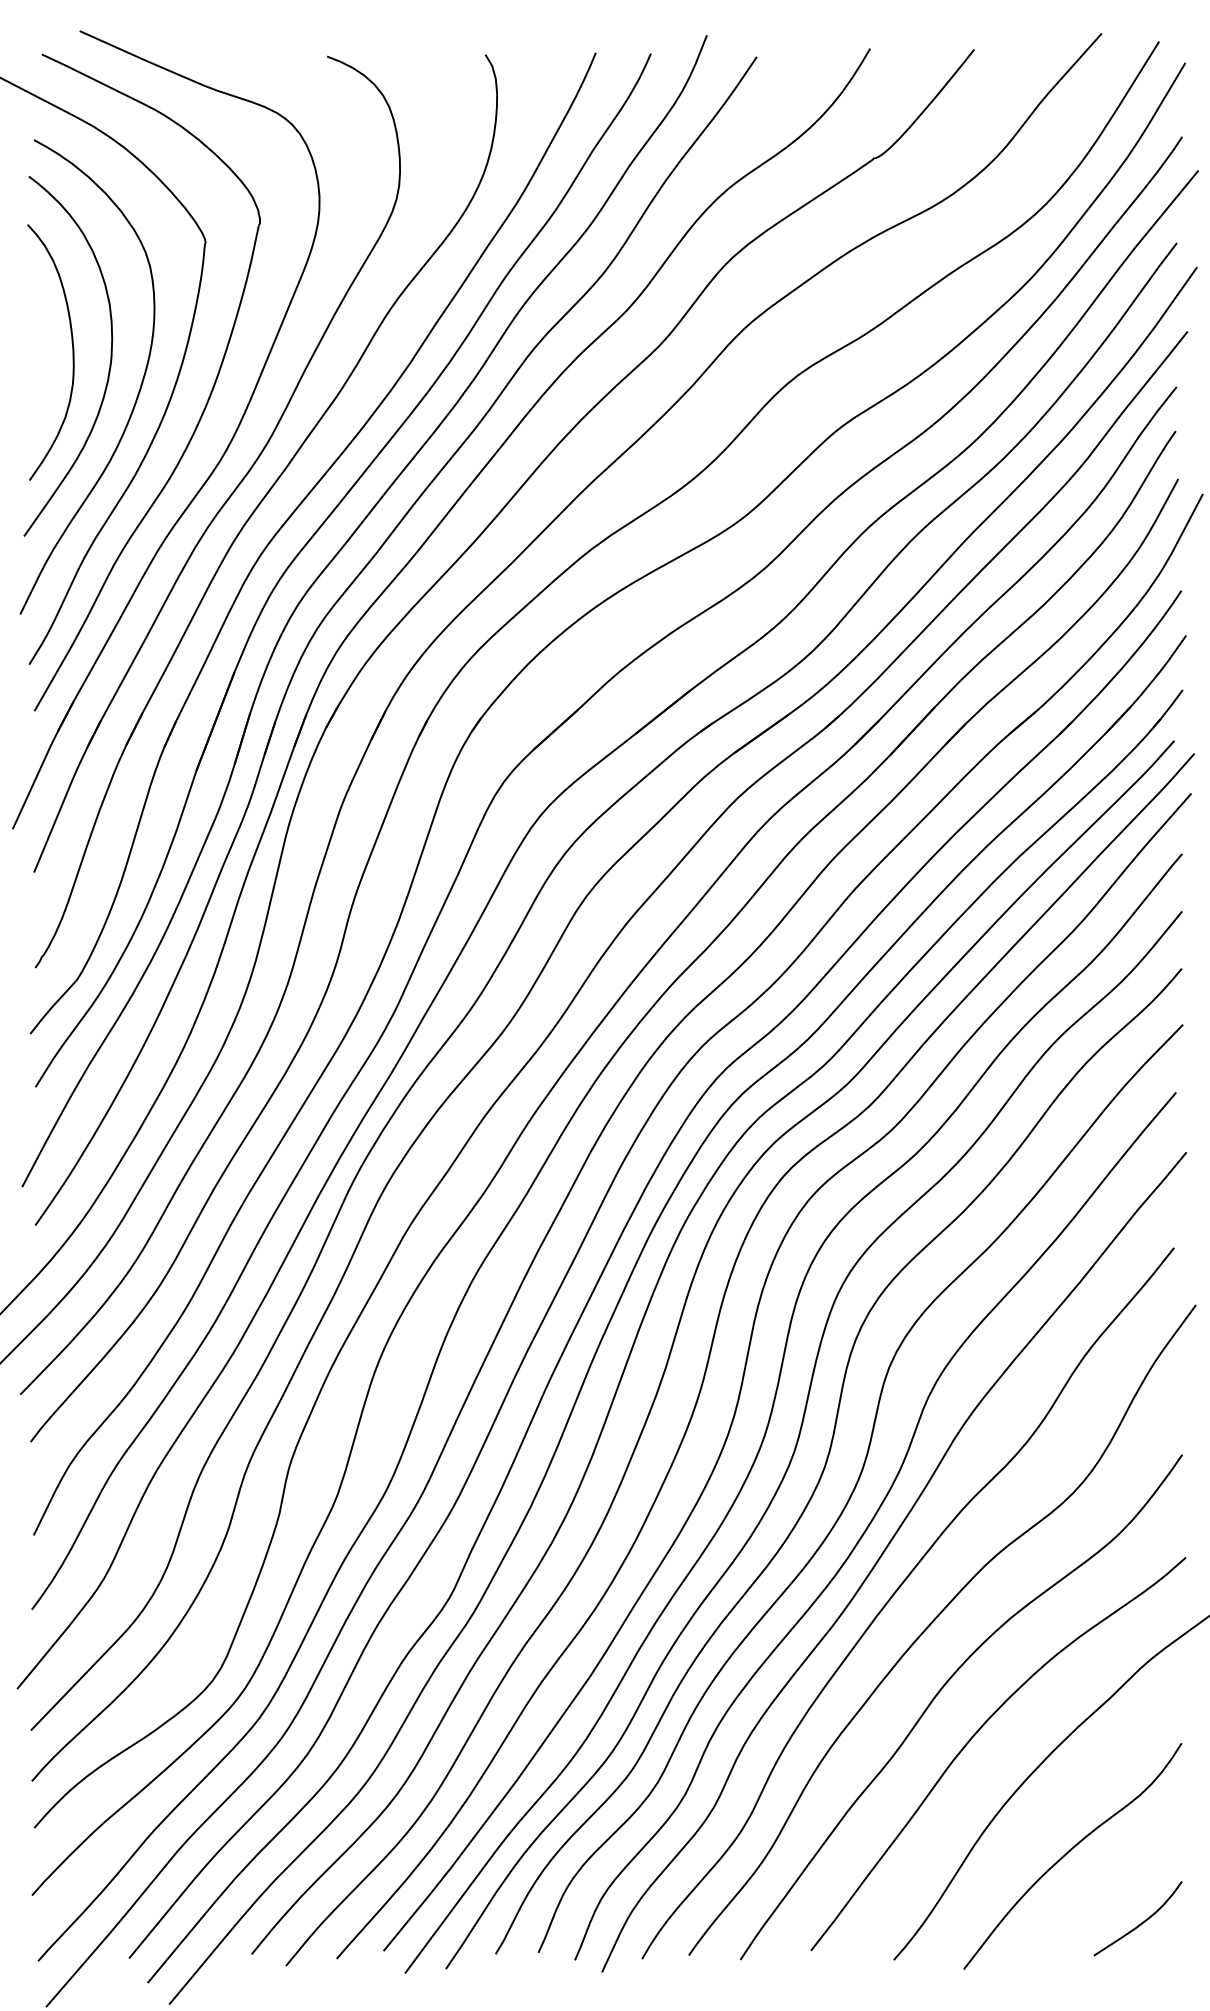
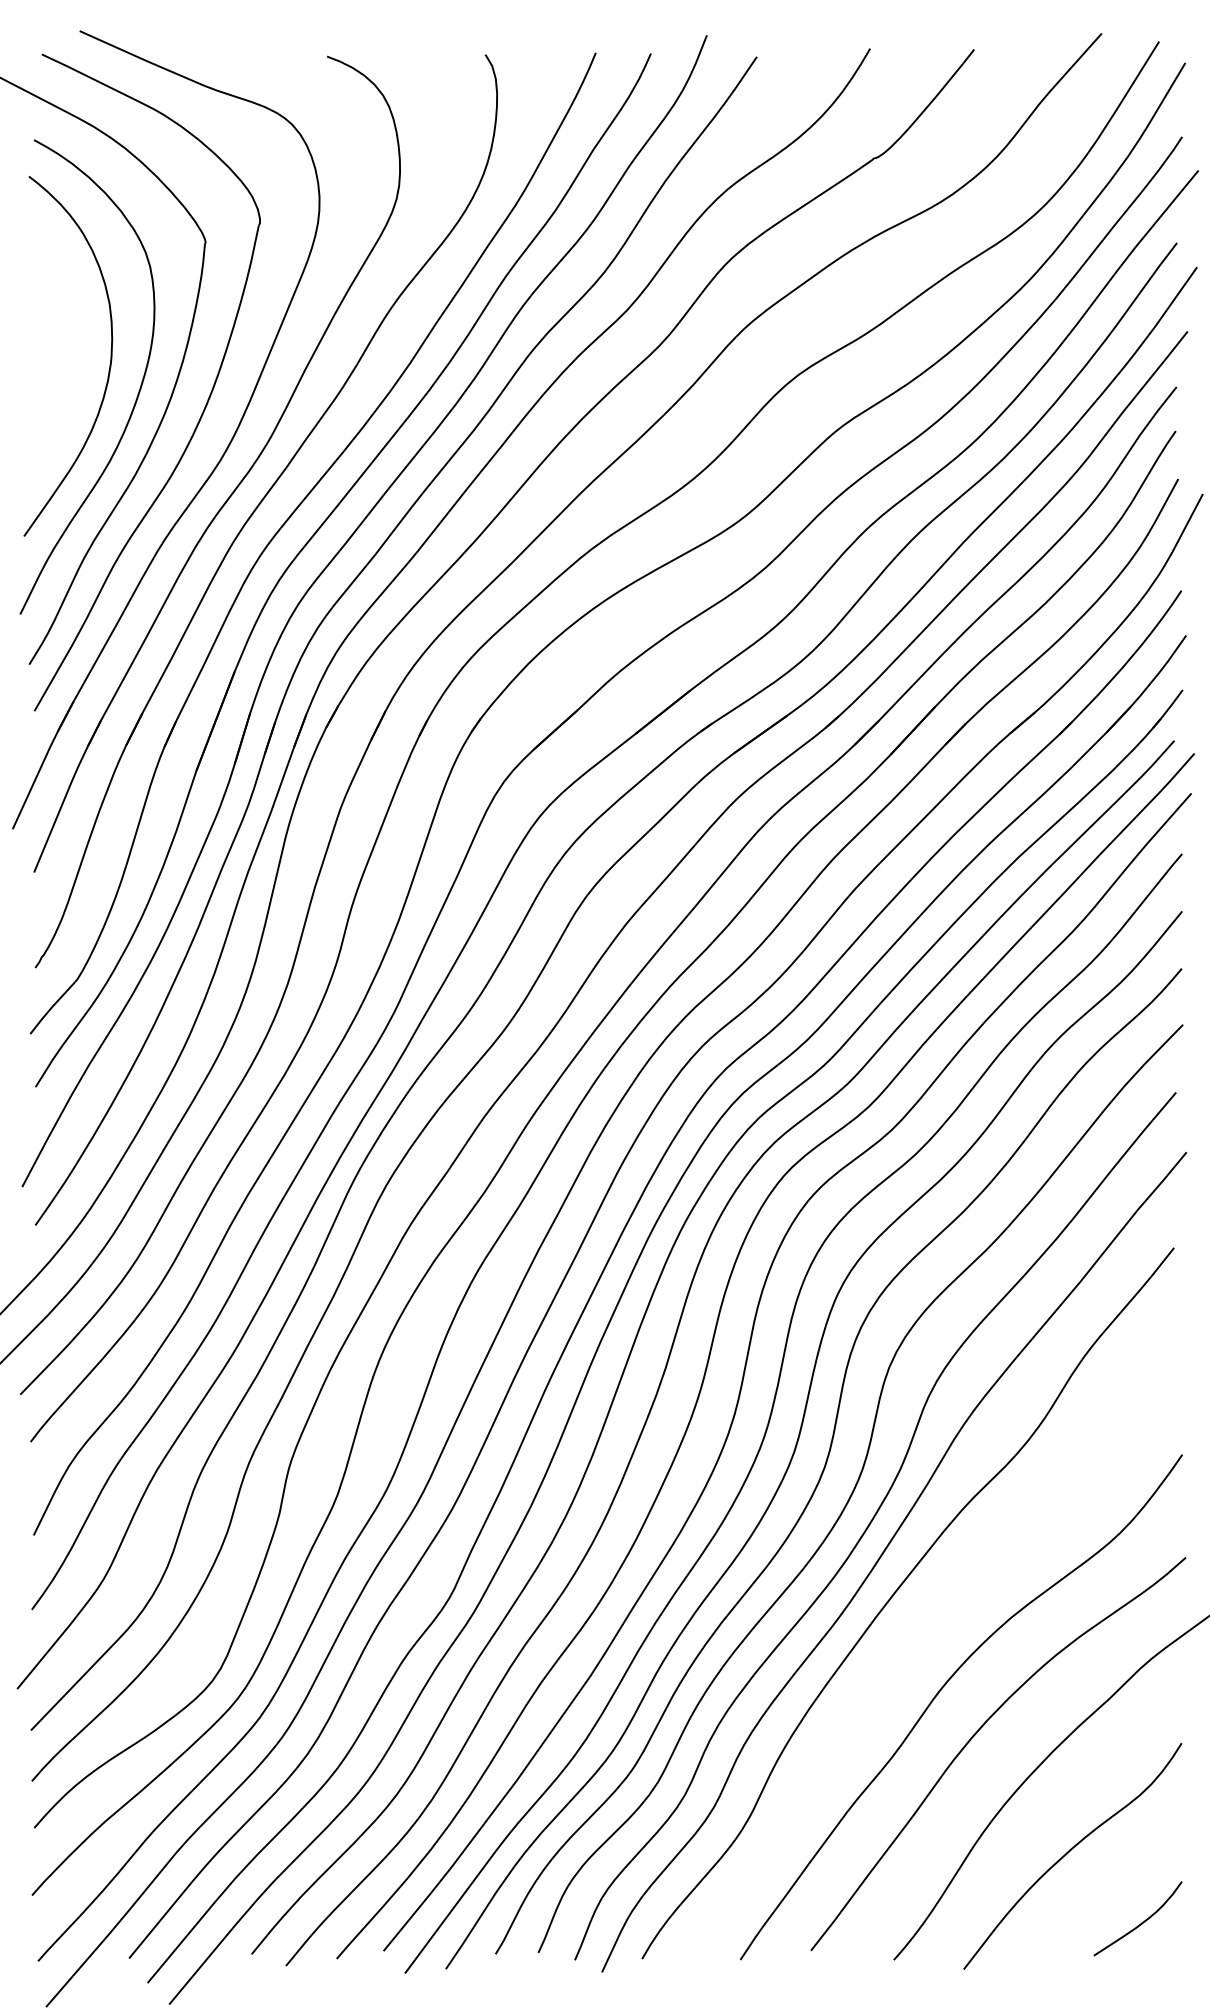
curve at (72, 352): present -> none
curve at (934, 1621): present -> none
